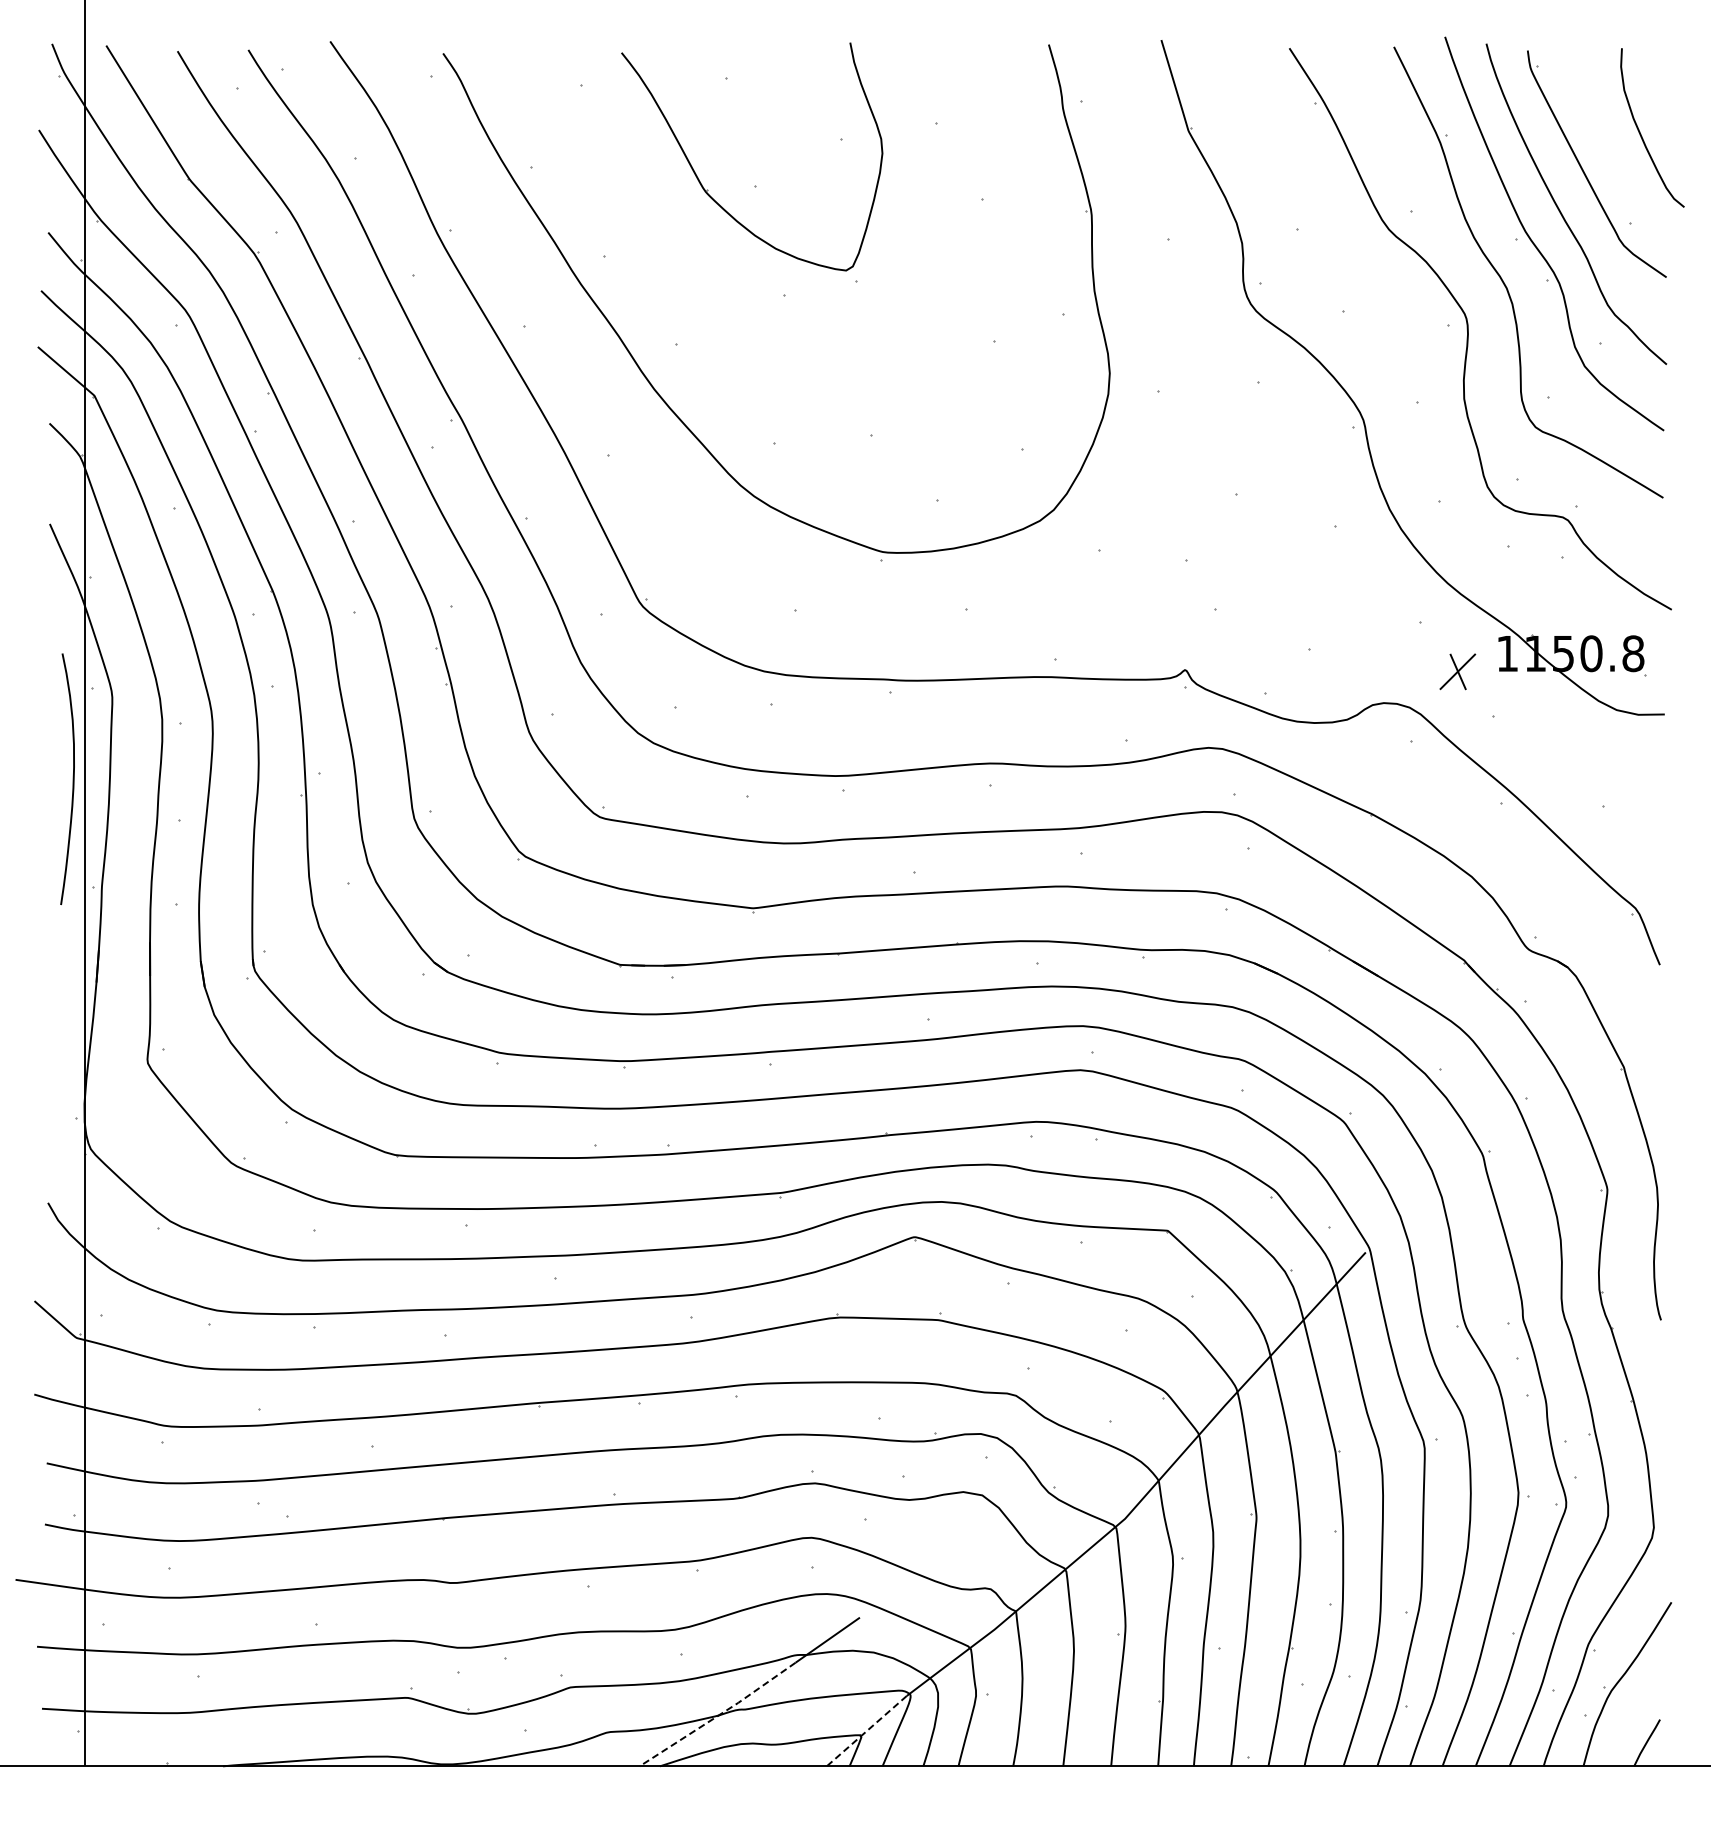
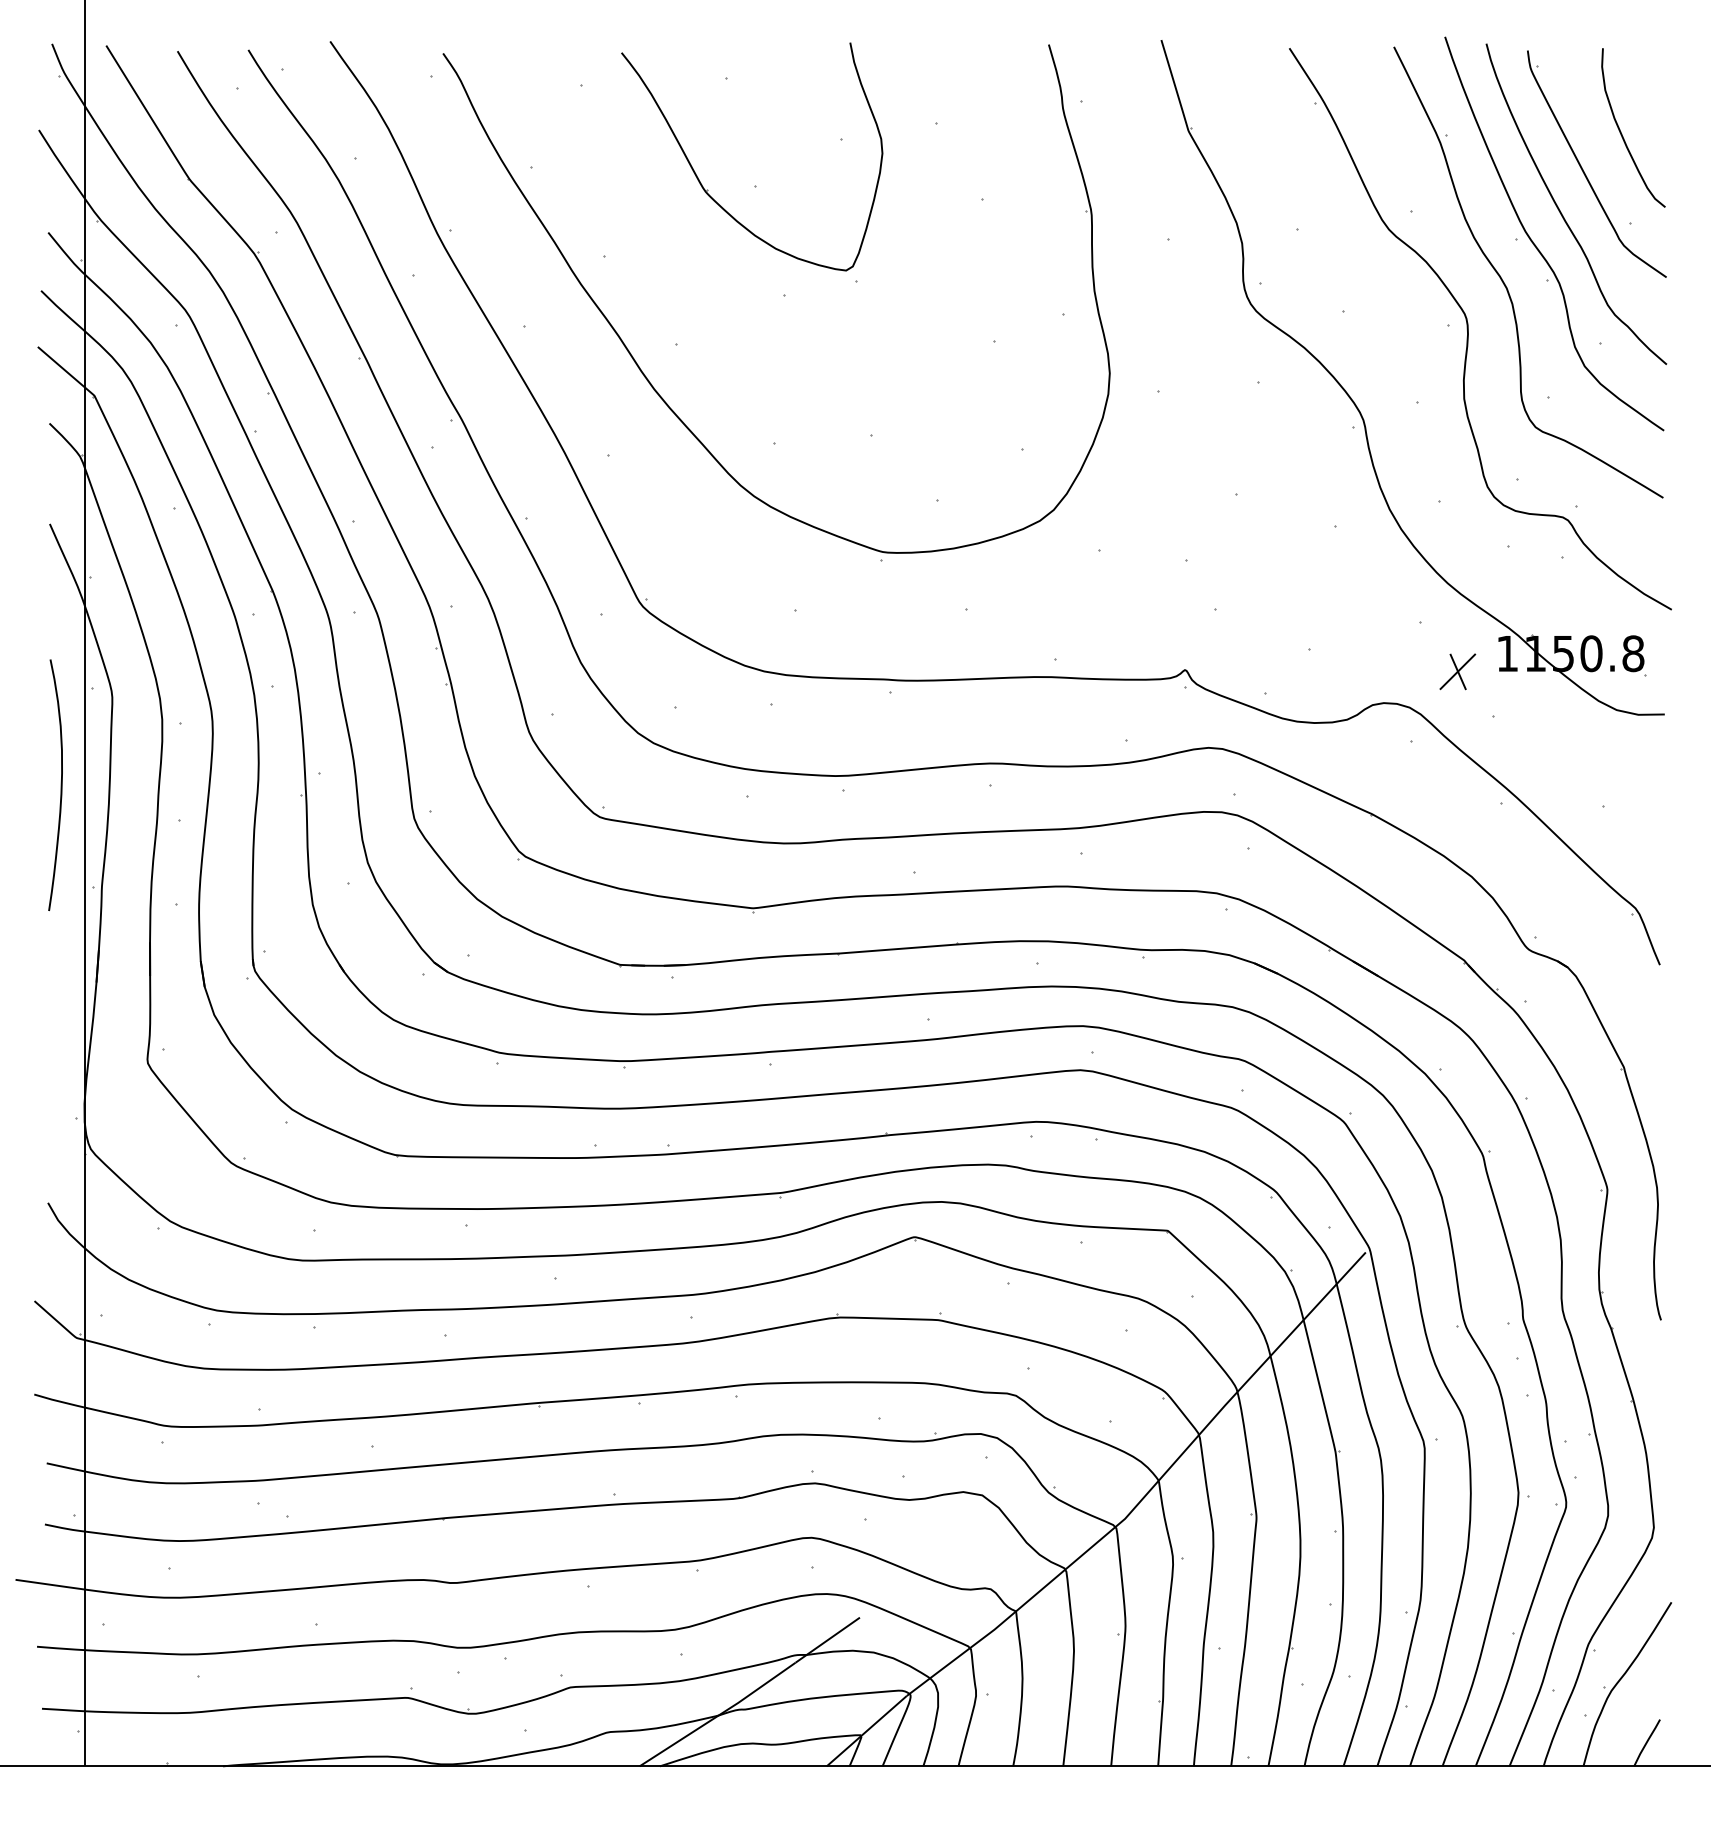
curve at (1640, 131) position: (1640, 131) -> (1621, 131)
curve at (72, 778) position: (72, 778) -> (60, 784)
line at (718, 1715): dashed -> solid
line at (866, 1731): dashed -> solid
